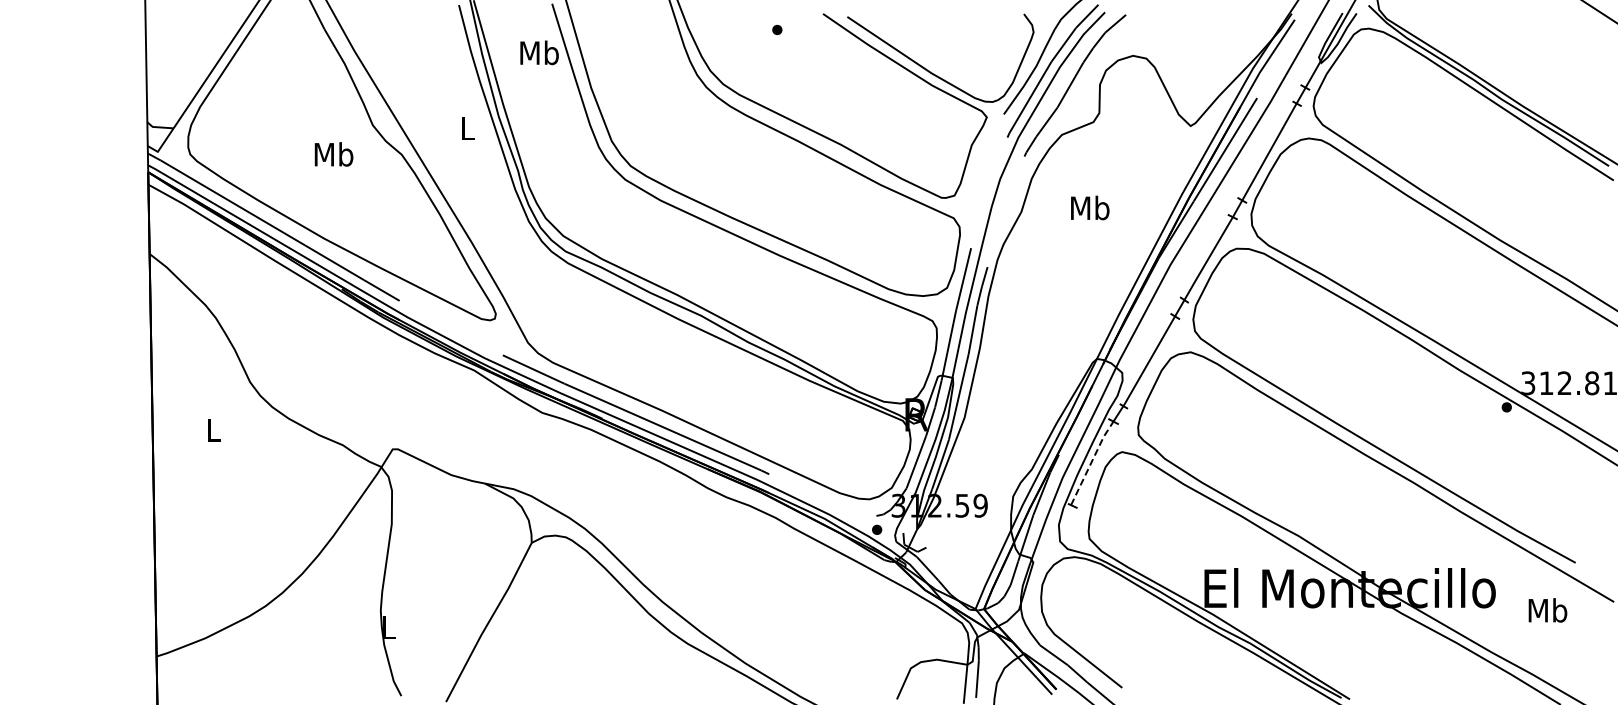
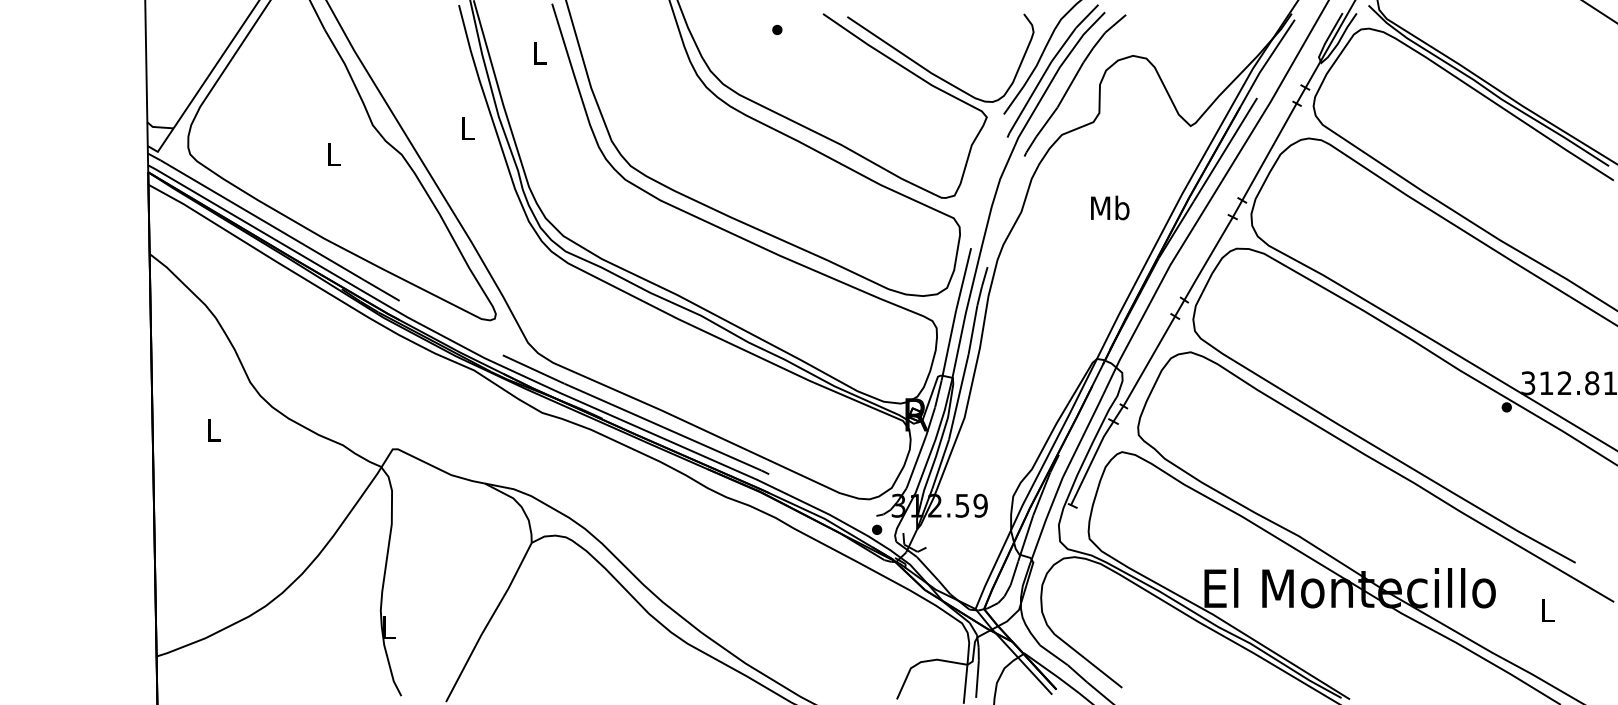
text at (539, 52): Mb -> L
text at (333, 154): Mb -> L
text at (1090, 207) position: (1090, 207) -> (1110, 207)
line at (1091, 462): dashed -> solid
text at (1547, 610): Mb -> L
